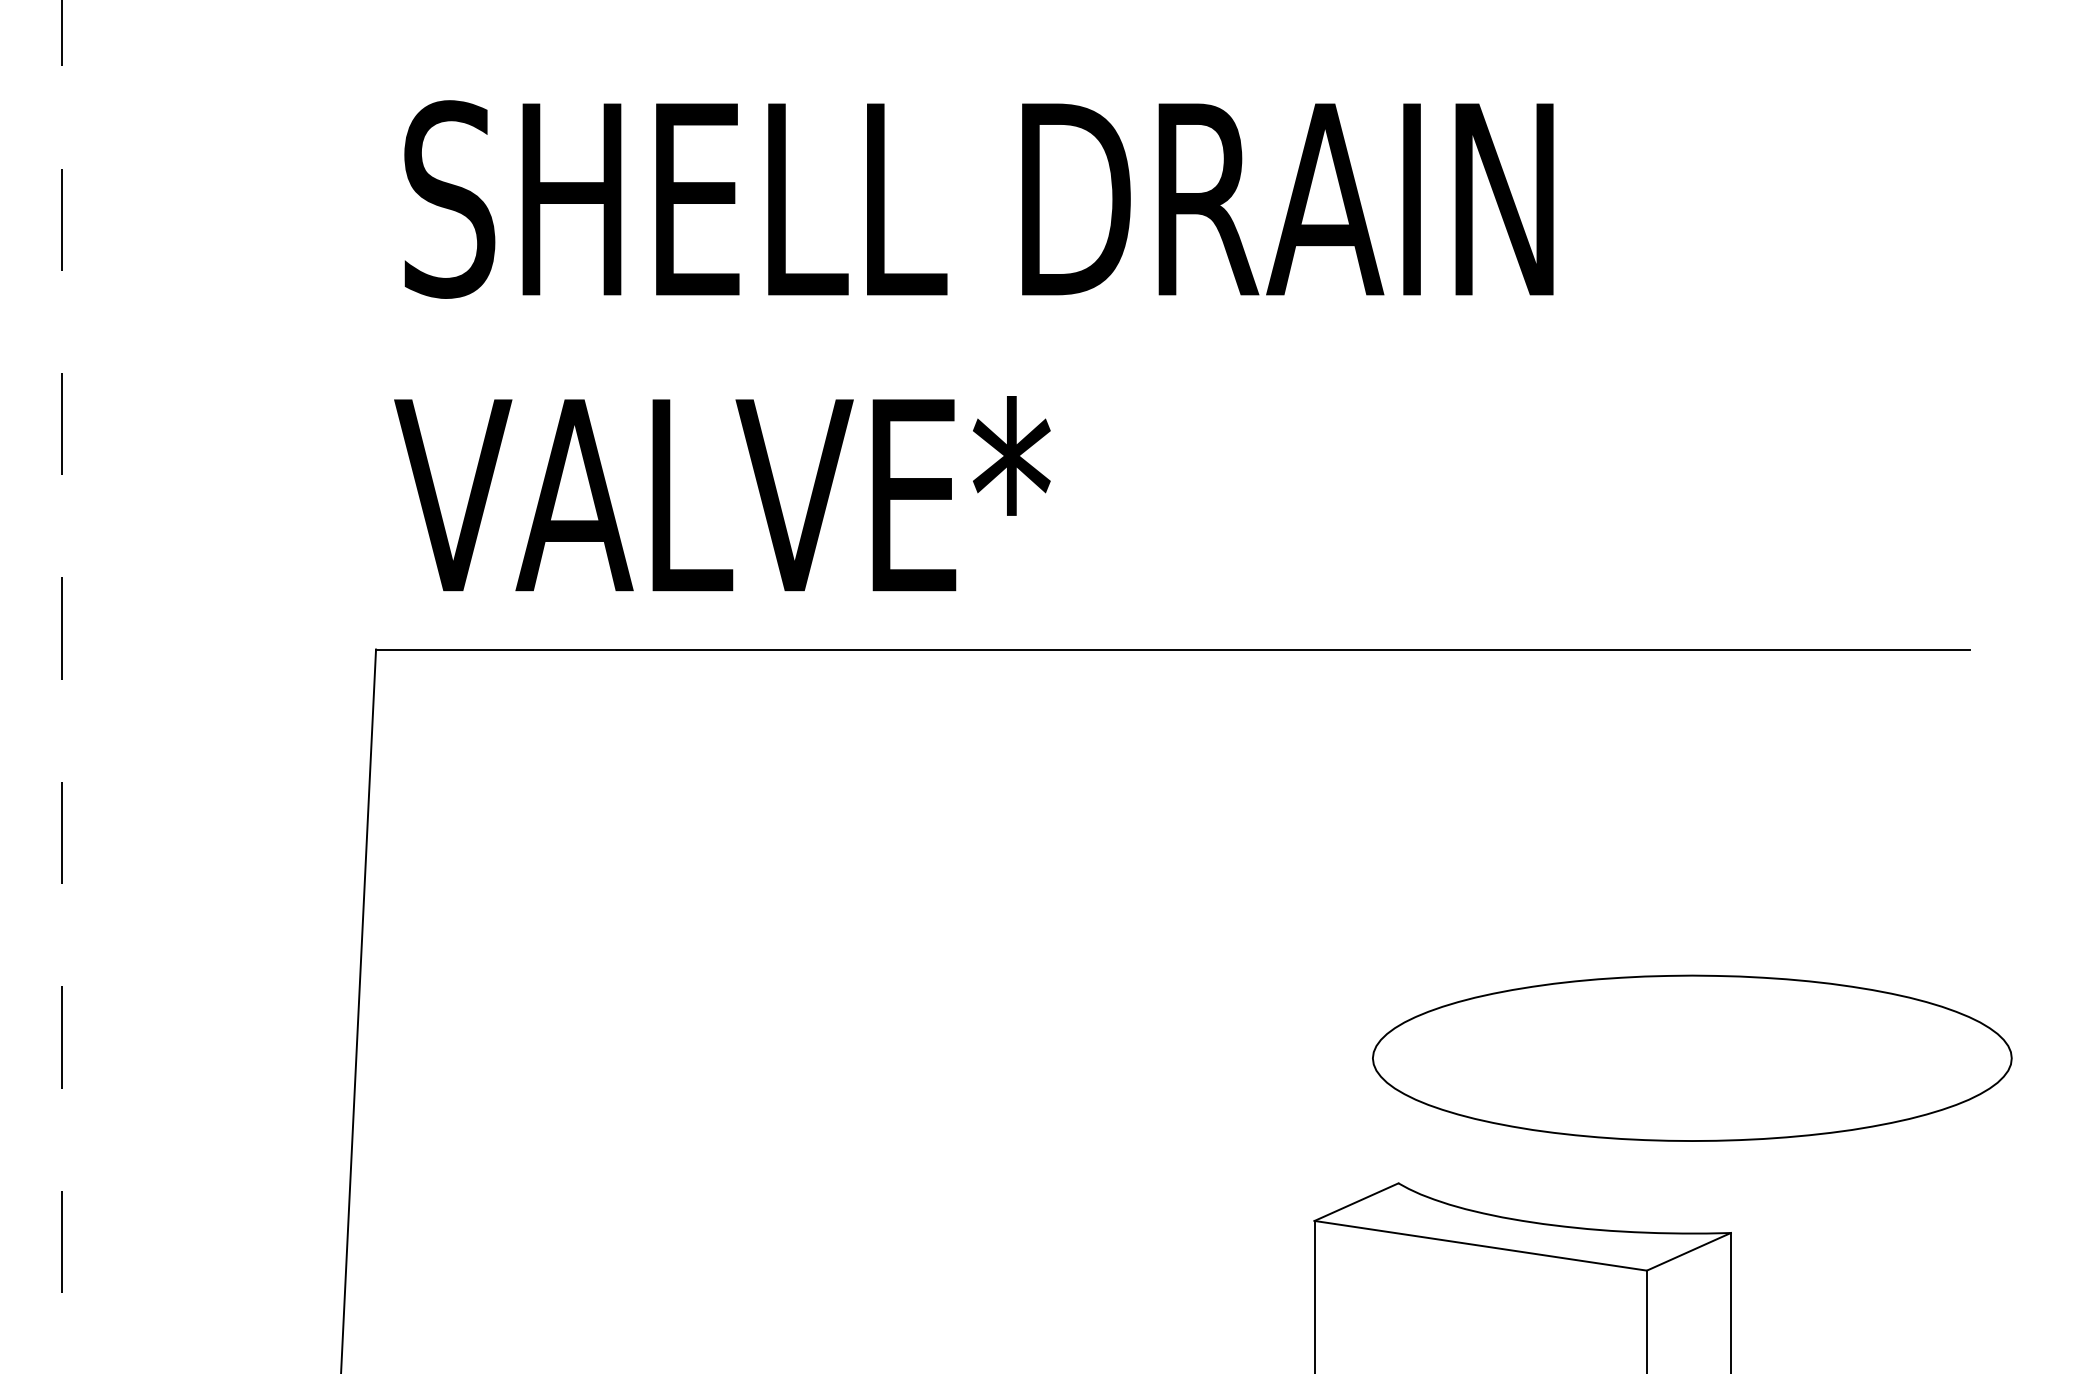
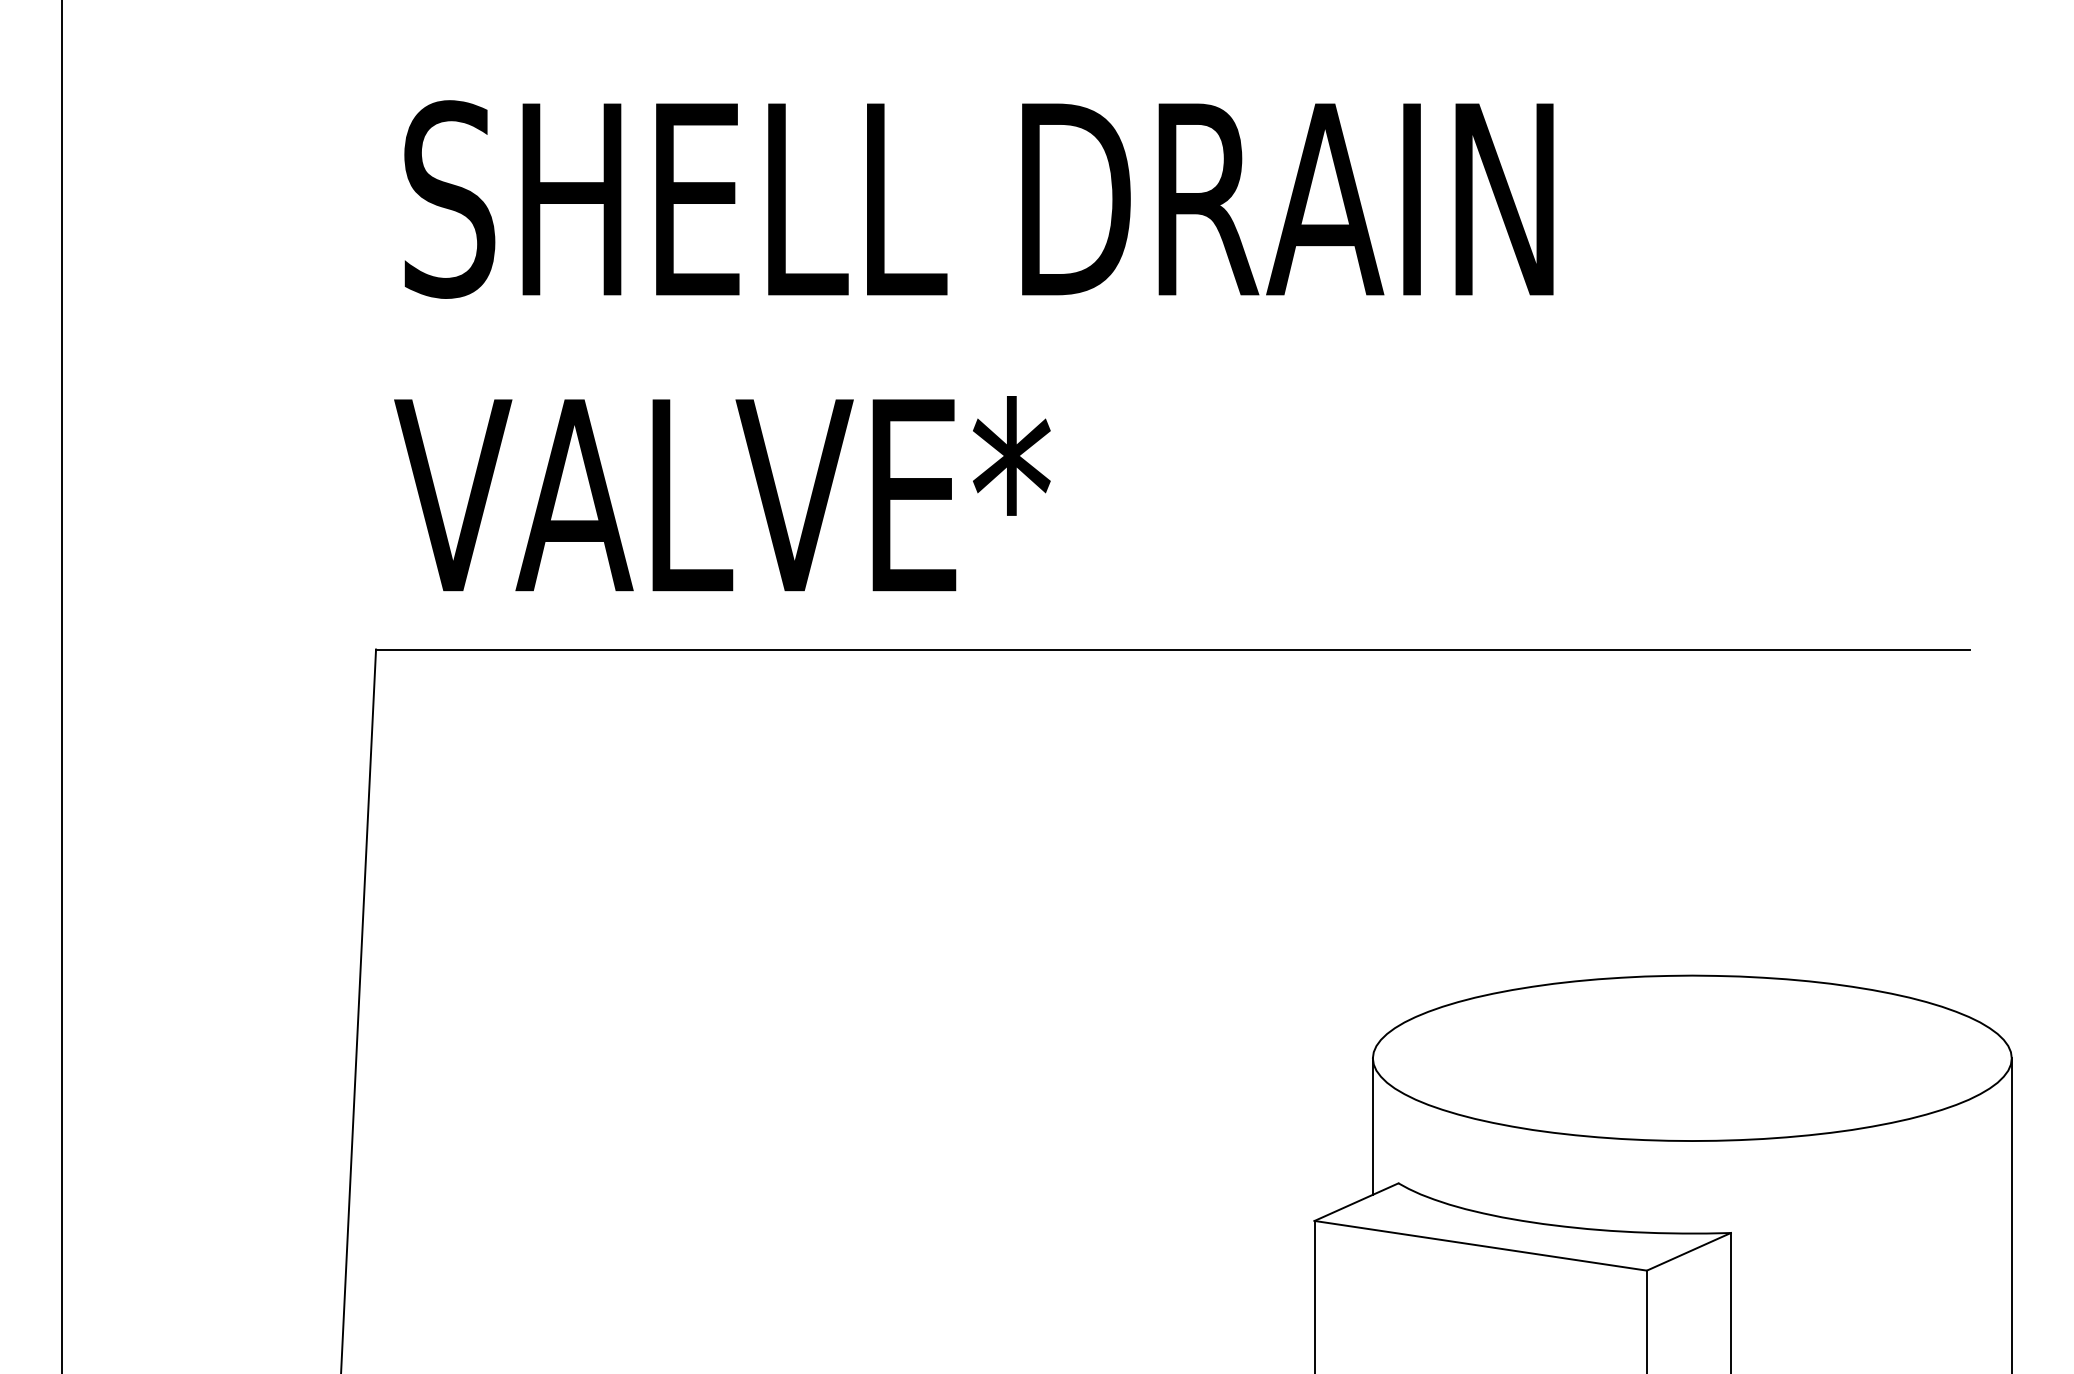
line at (62, 686): dashed -> solid
line at (1372, 1126): none -> present
line at (2011, 1214): none -> present
